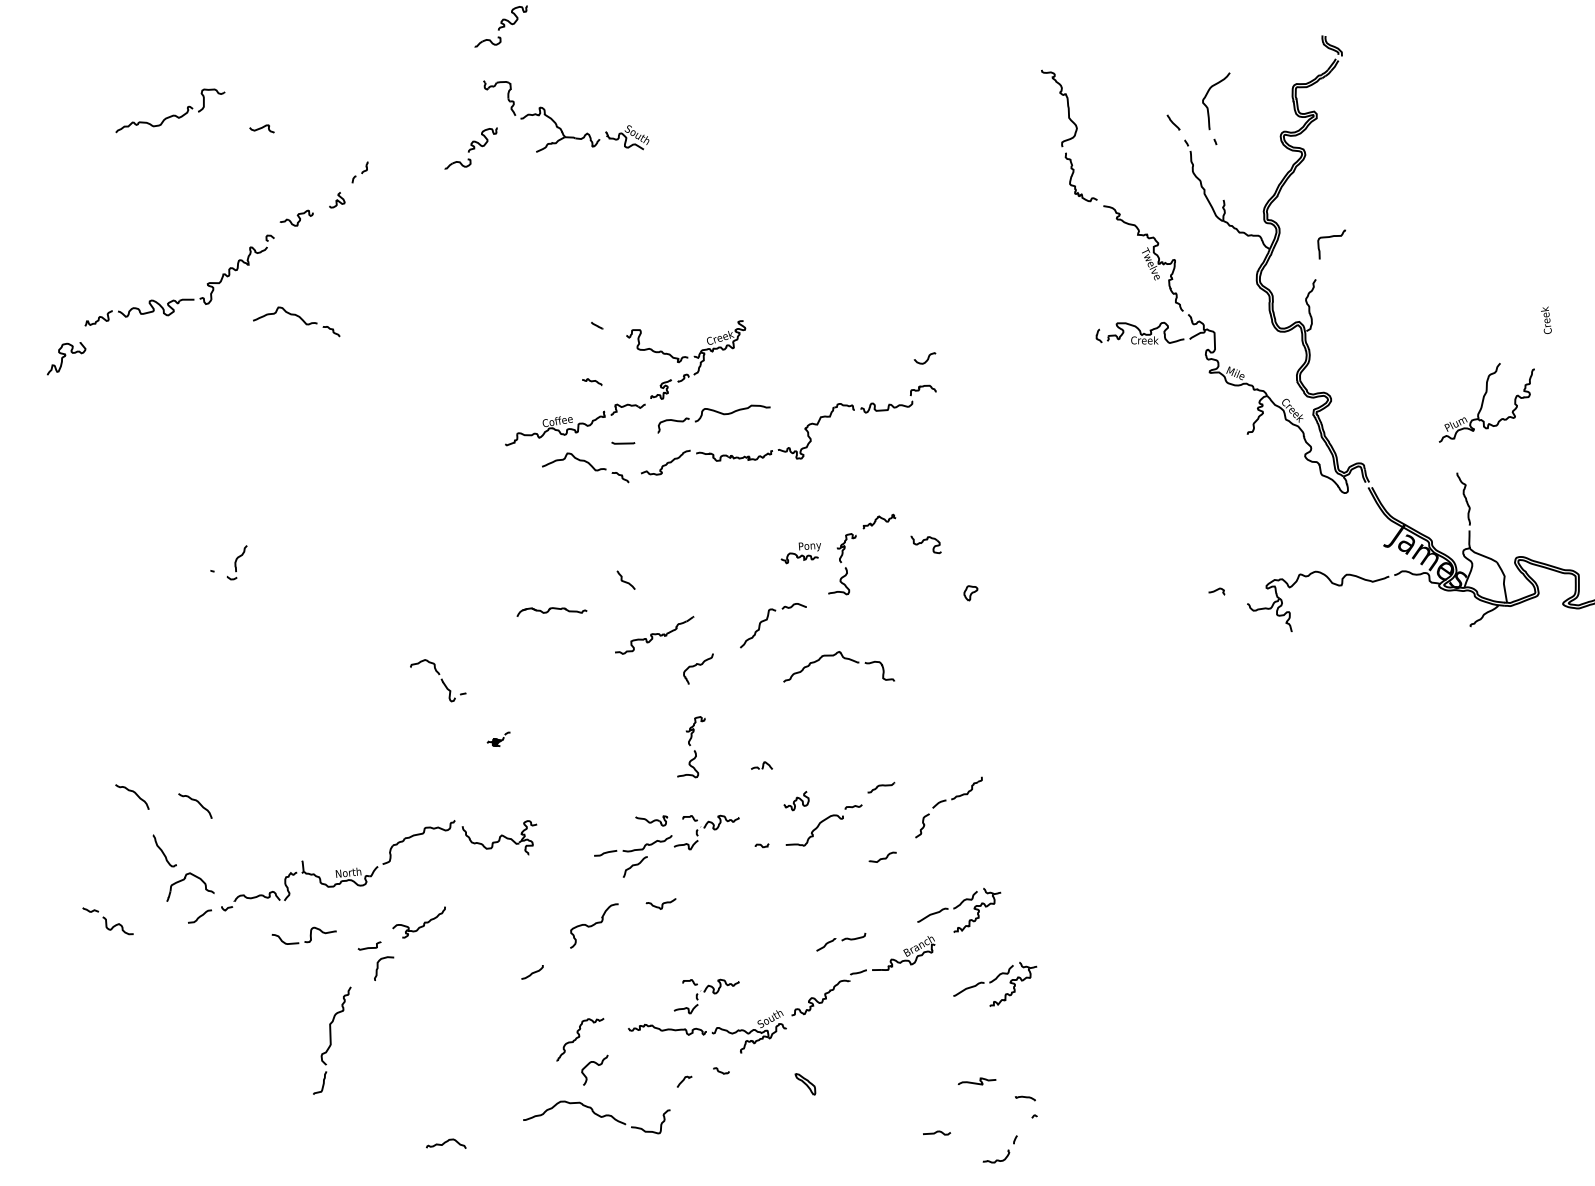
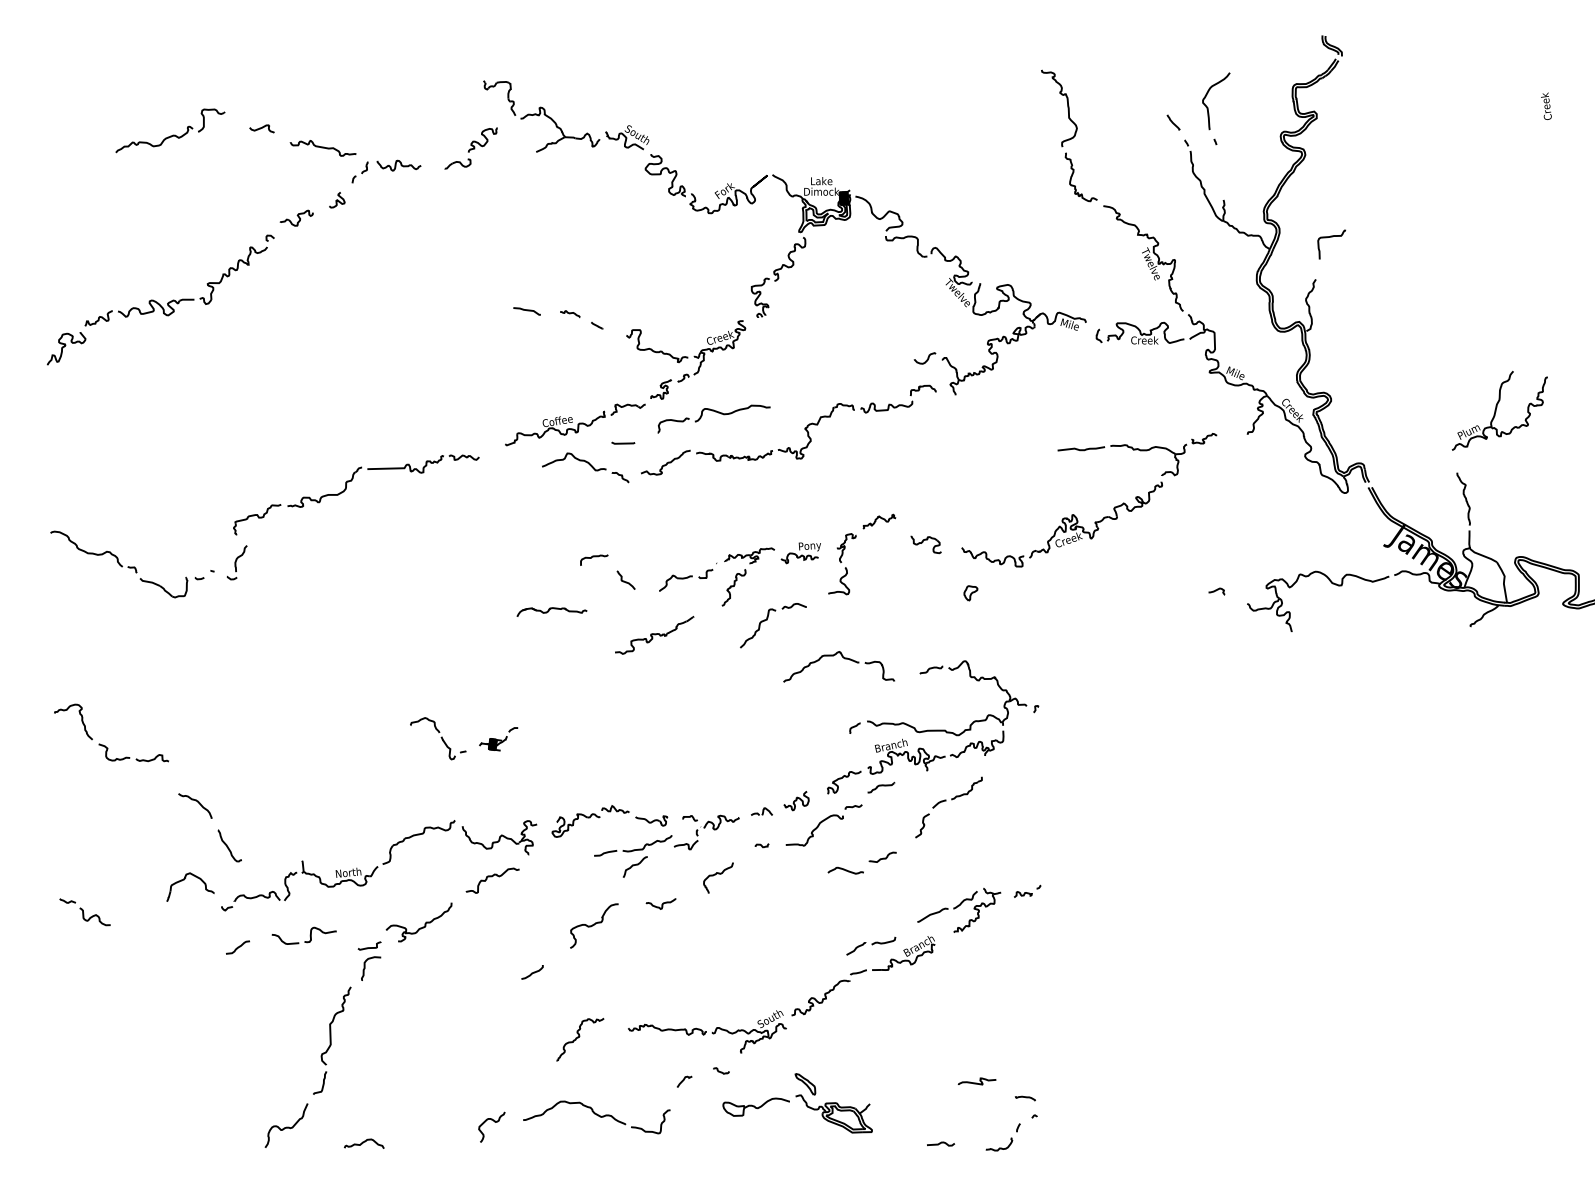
part at (500, 26): present -> none
part at (170, 110) position: (170, 110) -> (170, 130)
curve at (322, 148): none -> present
curve at (396, 165): none -> present
part at (885, 240): none -> present
curve at (526, 311): none -> present
text at (1546, 319) position: (1546, 319) -> (1546, 105)
part at (296, 321): present -> none
curve at (65, 356) position: (65, 356) -> (65, 346)
curve at (592, 382) position: (592, 382) -> (570, 314)
part at (1486, 402) position: (1486, 402) -> (1499, 410)
part at (346, 489): none -> present
part at (1074, 514): none -> present
curve at (594, 557): none -> present
part at (127, 564): none -> present
part at (713, 570): none -> present
curve at (698, 665) position: (698, 665) -> (718, 874)
part at (438, 680) position: (438, 680) -> (438, 738)
part at (933, 727): none -> present
part at (498, 738) size: 25x16 px -> 40x25 px
part at (105, 745): none -> present
part at (691, 747): present -> none
part at (761, 765) position: (761, 765) -> (761, 811)
curve at (134, 793): present -> none
part at (590, 821): none -> present
curve at (163, 851) position: (163, 851) -> (228, 846)
curve at (845, 870): none -> present
curve at (492, 877): none -> present
part at (1027, 890): none -> present
curve at (199, 916) position: (199, 916) -> (237, 947)
part at (107, 921) position: (107, 921) -> (84, 912)
part at (418, 922) size: 54x33 px -> 68x41 px
part at (841, 941) position: (841, 941) -> (871, 945)
curve at (378, 968) position: (378, 968) -> (365, 968)
part at (995, 983): present -> none
part at (706, 996): present -> none
curve at (597, 1065) position: (597, 1065) -> (494, 1122)
part at (805, 1105): none -> present
curve at (286, 1126): none -> present
curve at (937, 1132) position: (937, 1132) -> (941, 1143)
curve at (446, 1142) position: (446, 1142) -> (364, 1142)
part at (1007, 1150) position: (1007, 1150) -> (1010, 1138)
